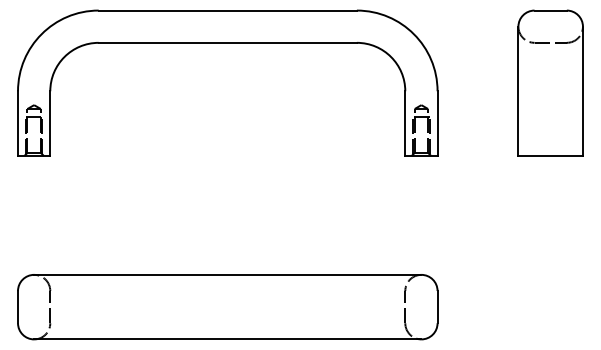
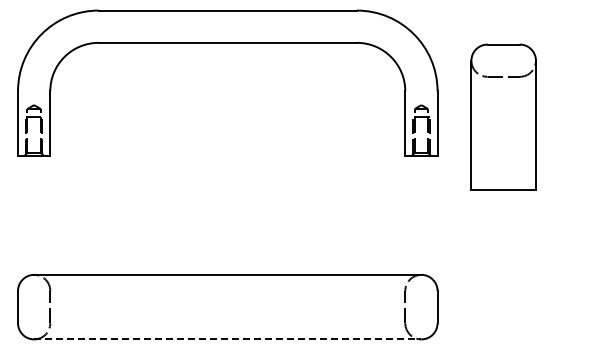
part at (550, 82) position: (550, 82) -> (503, 116)
line at (227, 339): solid -> dashed
